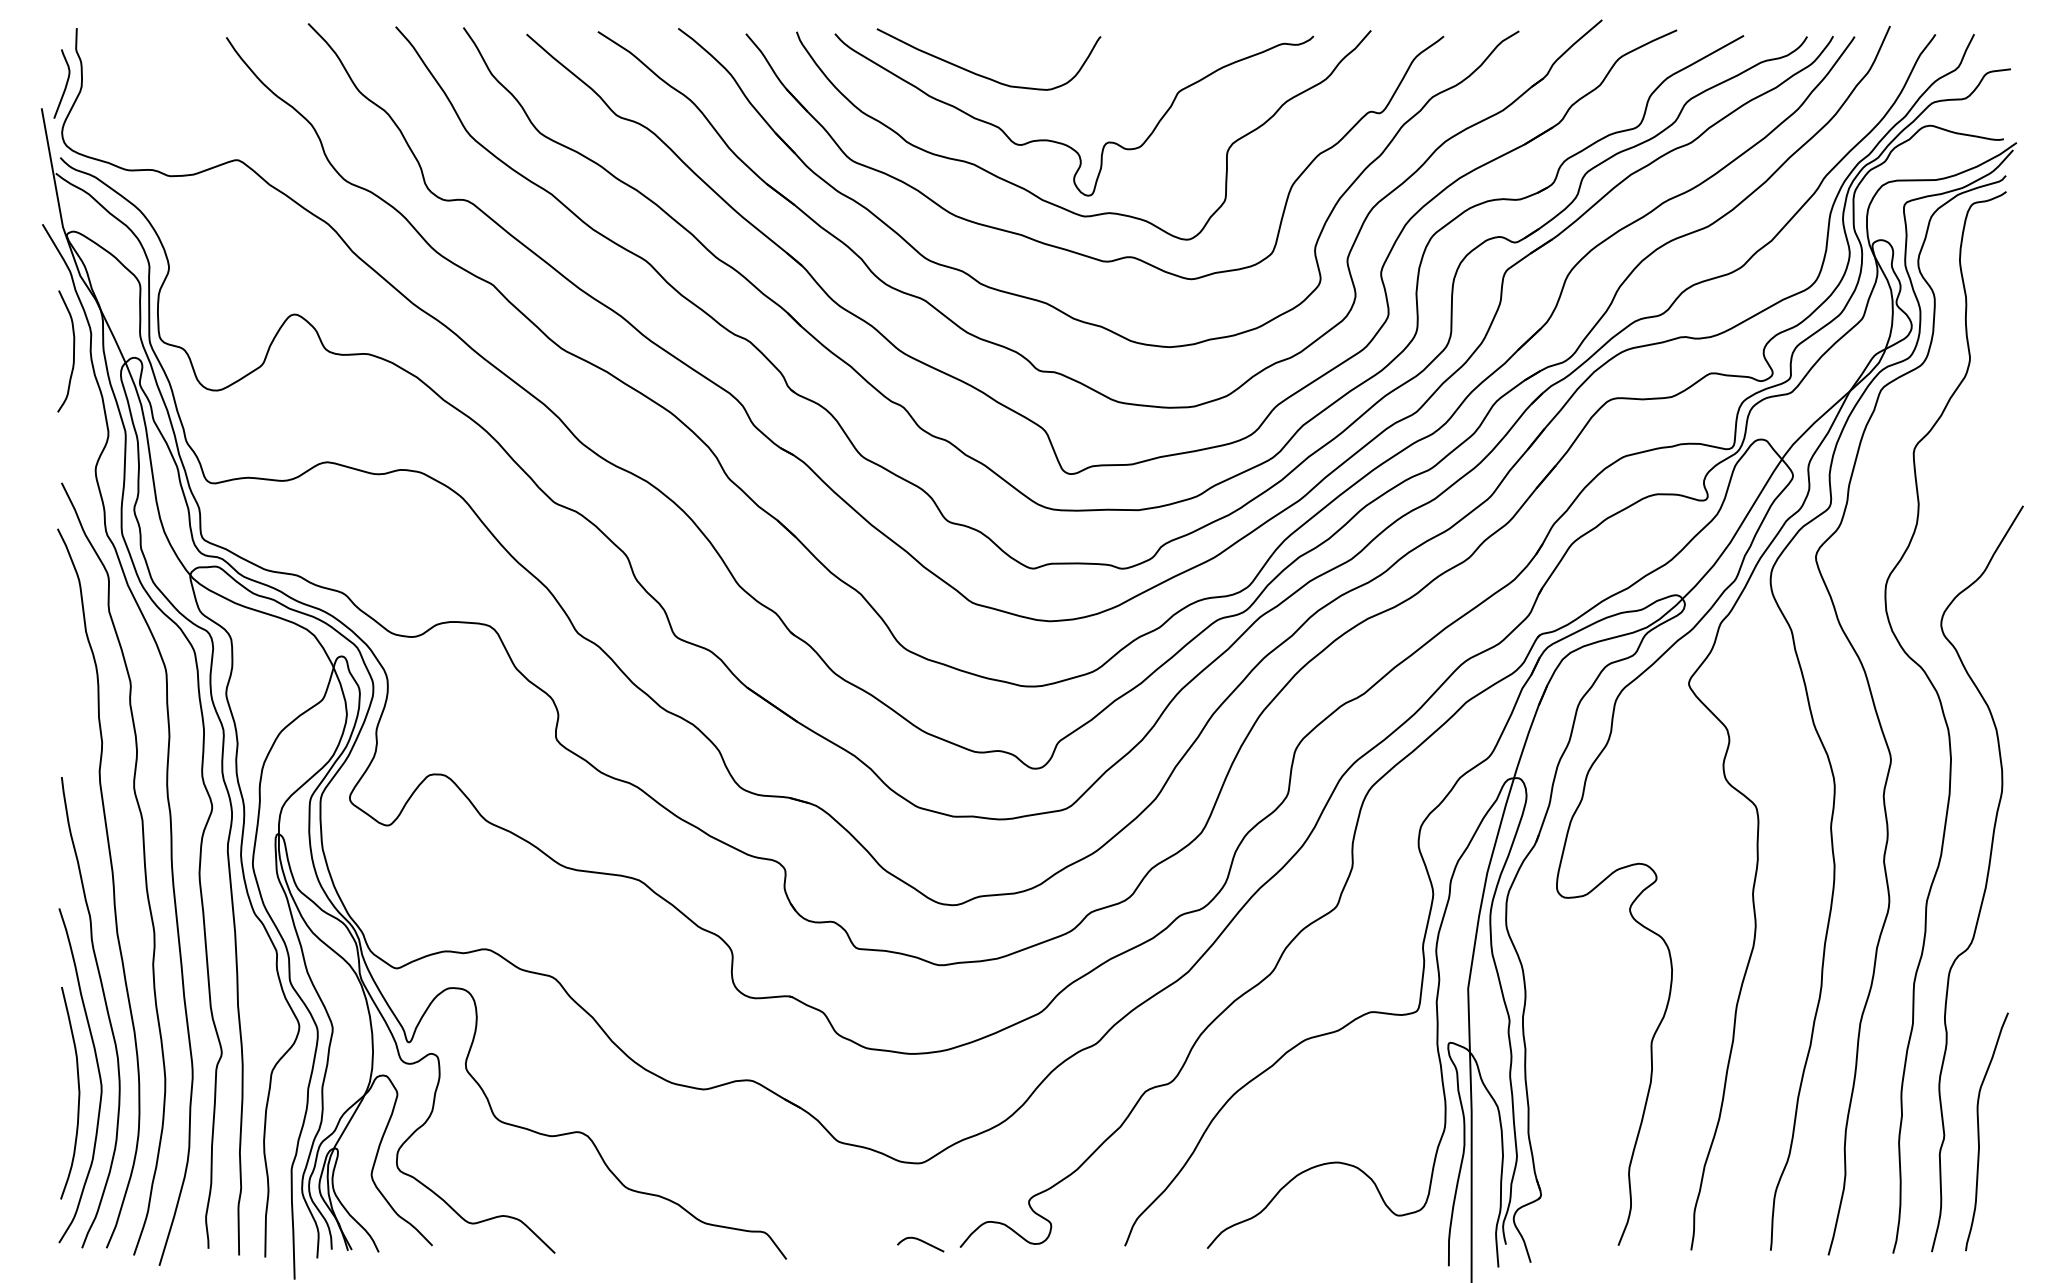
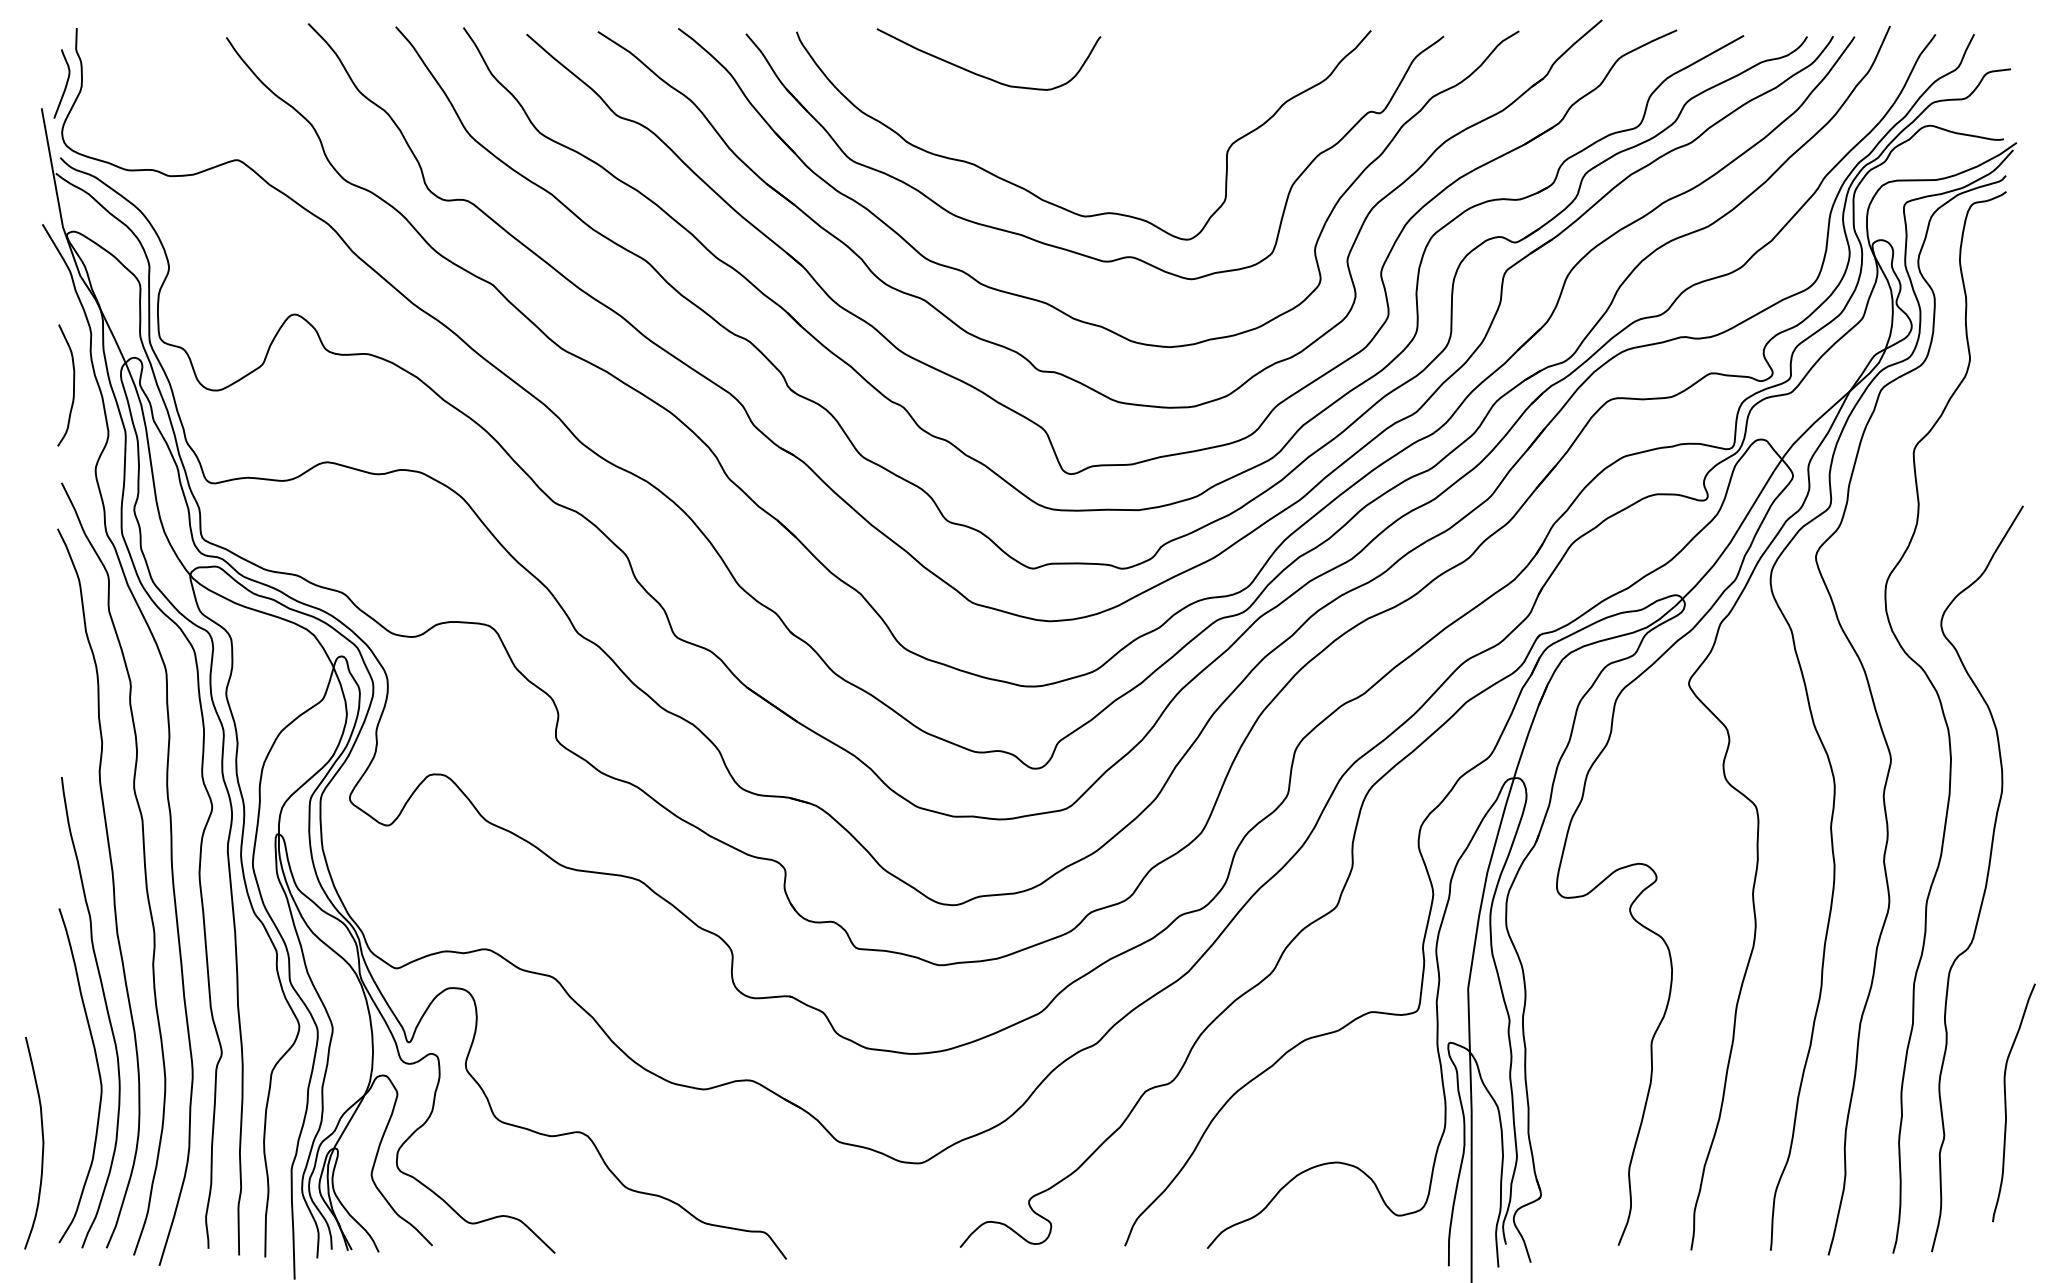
curve at (1064, 143): present -> none
curve at (73, 351) position: (73, 351) -> (73, 385)
curve at (78, 1093) position: (78, 1093) -> (42, 1143)
curve at (1979, 1131) position: (1979, 1131) -> (2006, 1102)
curve at (922, 1242): present -> none
